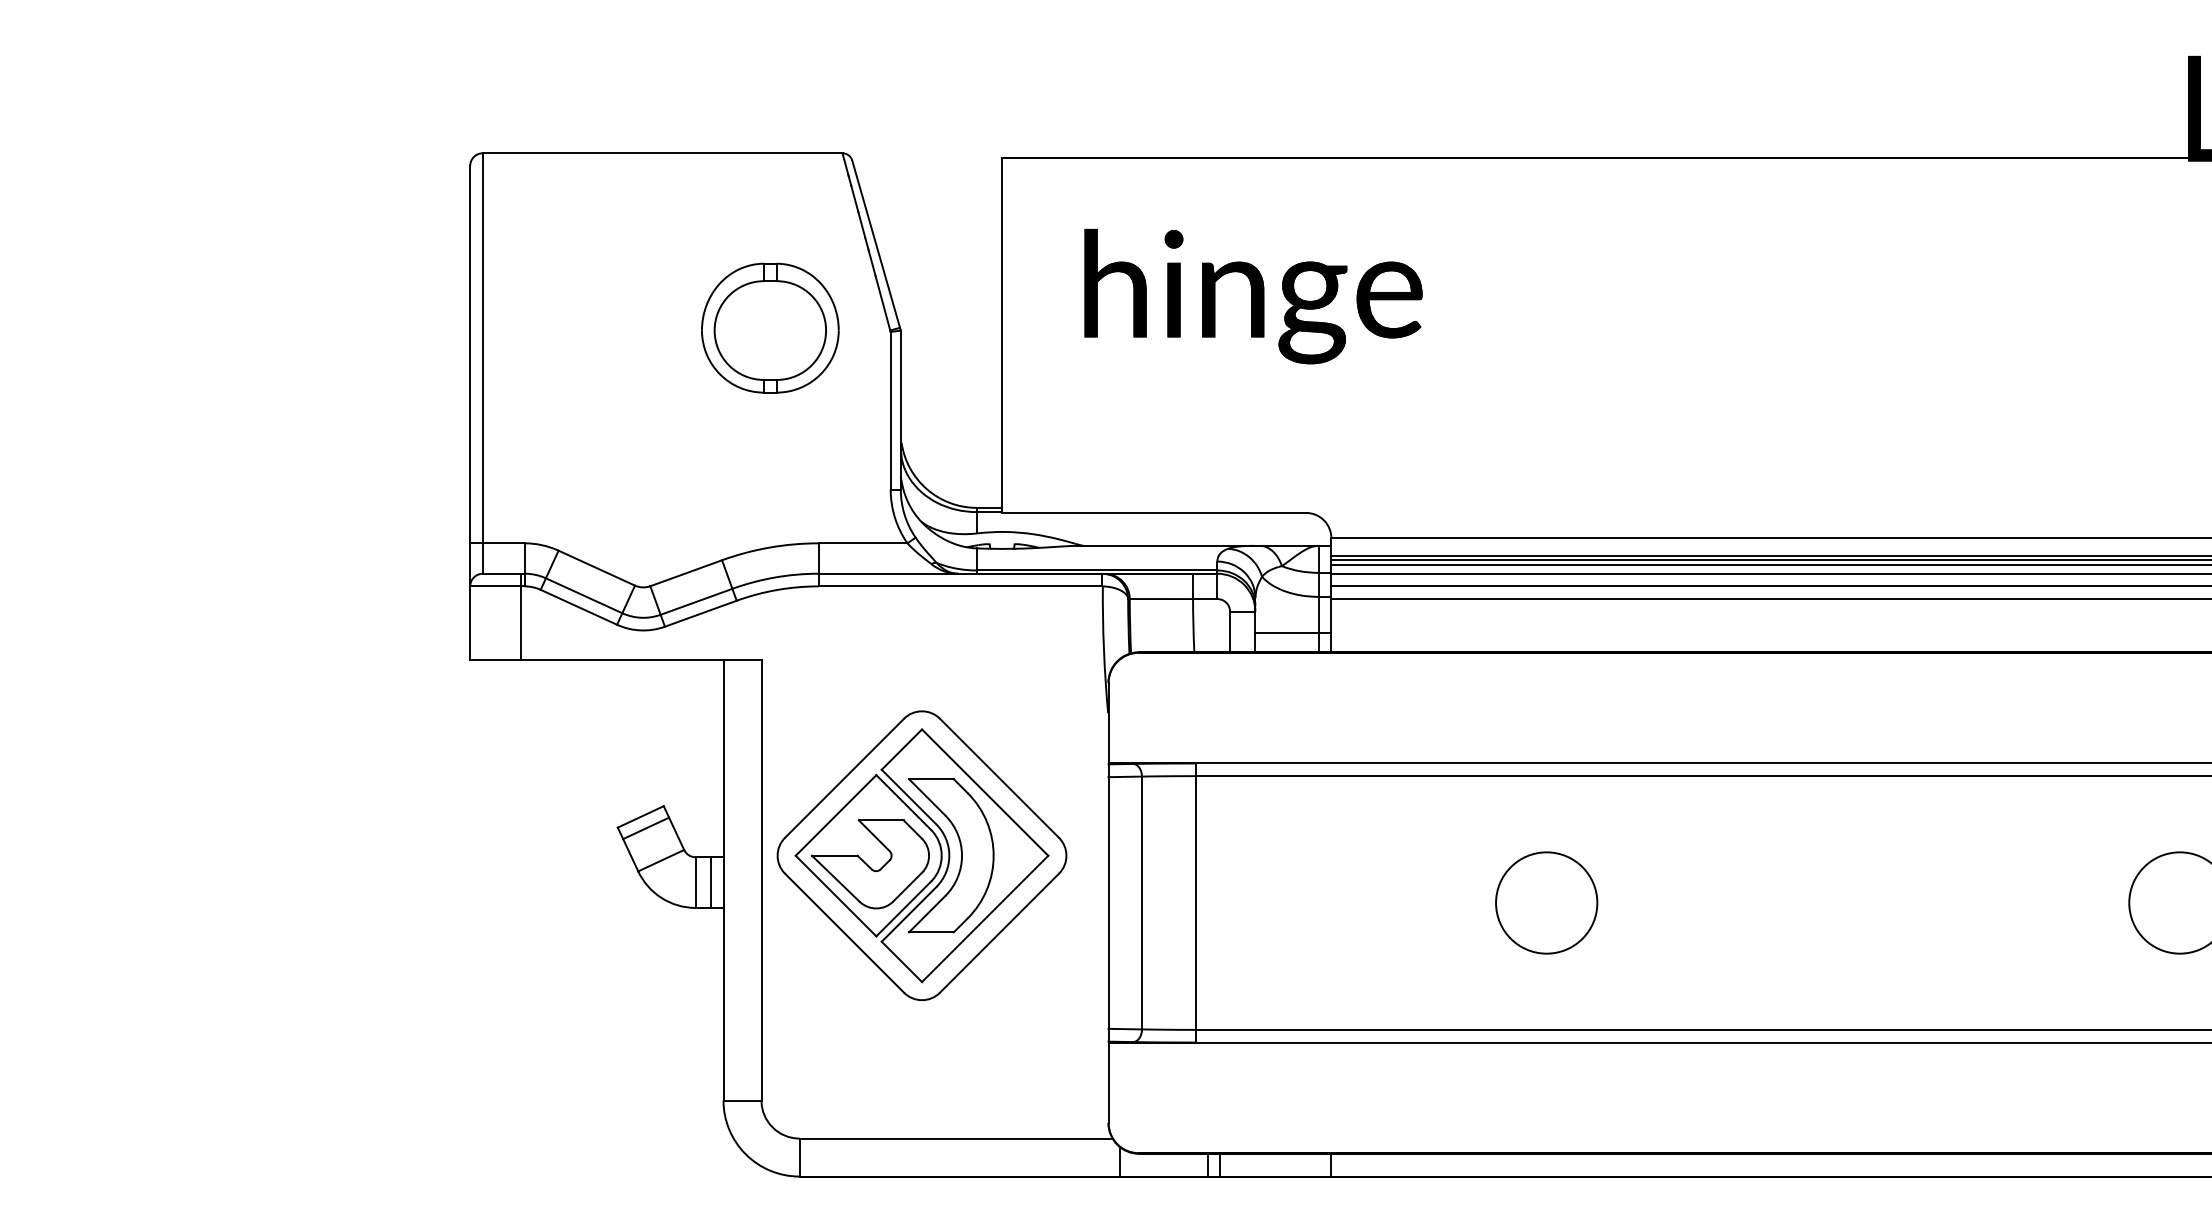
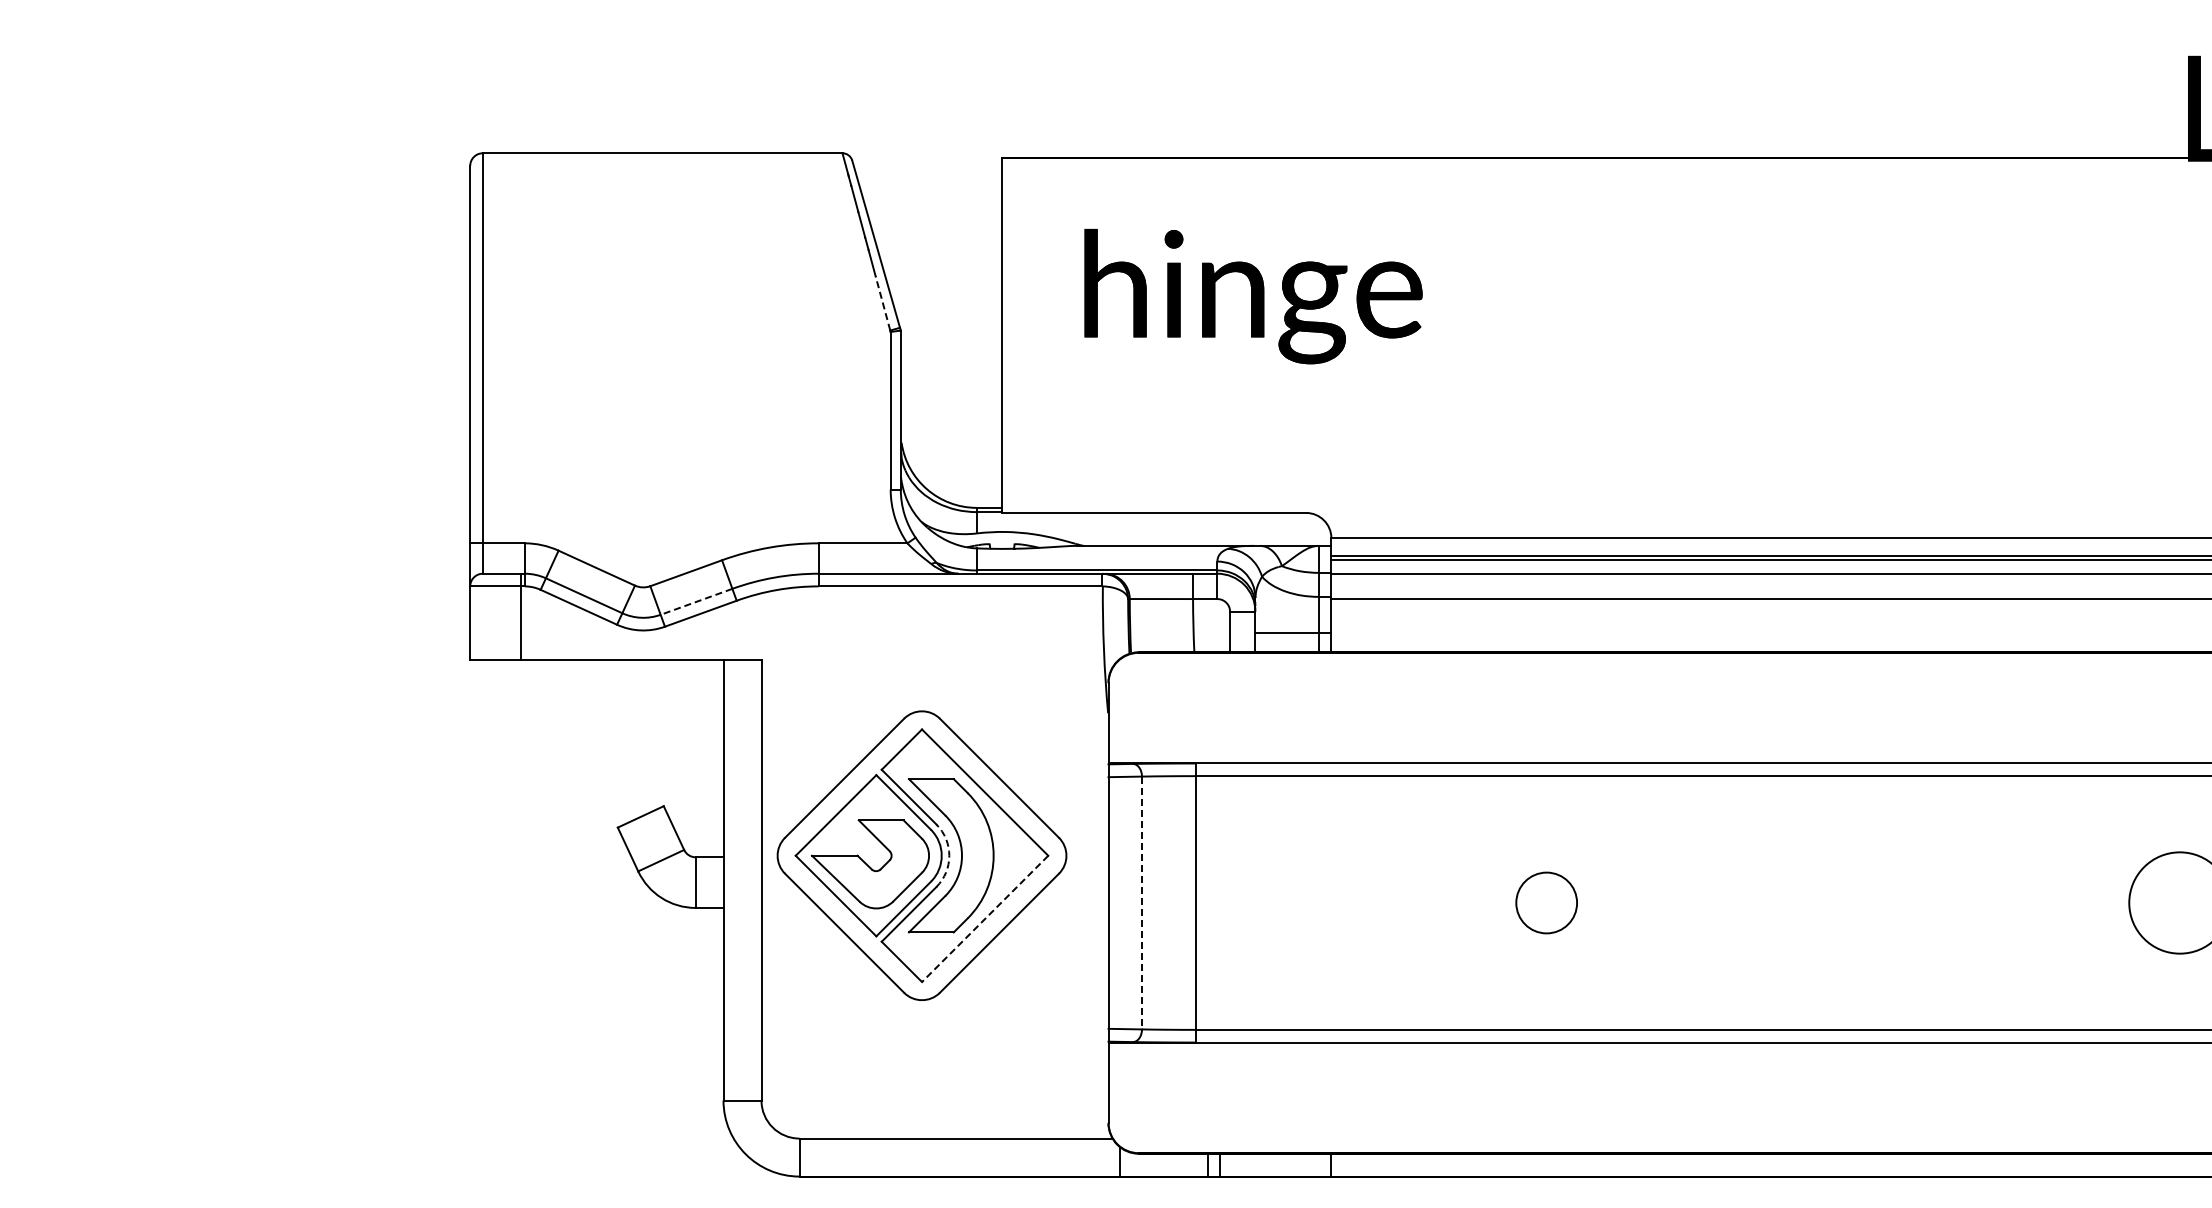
line at (882, 302): solid -> dashed
part at (770, 327): present -> none
line at (1769, 564): present -> none
line at (1769, 586): present -> none
line at (696, 602): solid -> dashed
line at (646, 828): present -> none
arc at (949, 855): solid -> dashed
line at (710, 882): present -> none
circle at (1546, 902) diameter: 101 px -> 61 px
line at (1141, 903): solid -> dashed
line at (984, 919): solid -> dashed
